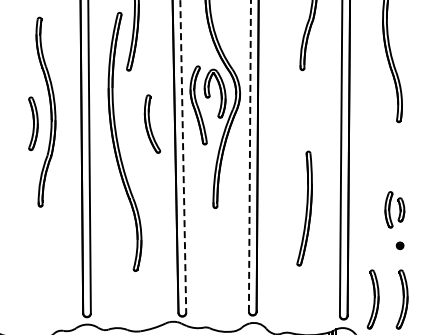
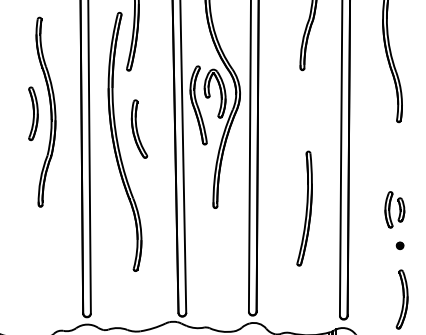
part at (33, 123) position: (33, 123) -> (33, 113)
part at (152, 123) position: (152, 123) -> (139, 128)
line at (249, 156): dashed -> solid
line at (183, 157): dashed -> solid
part at (372, 299): present -> none
